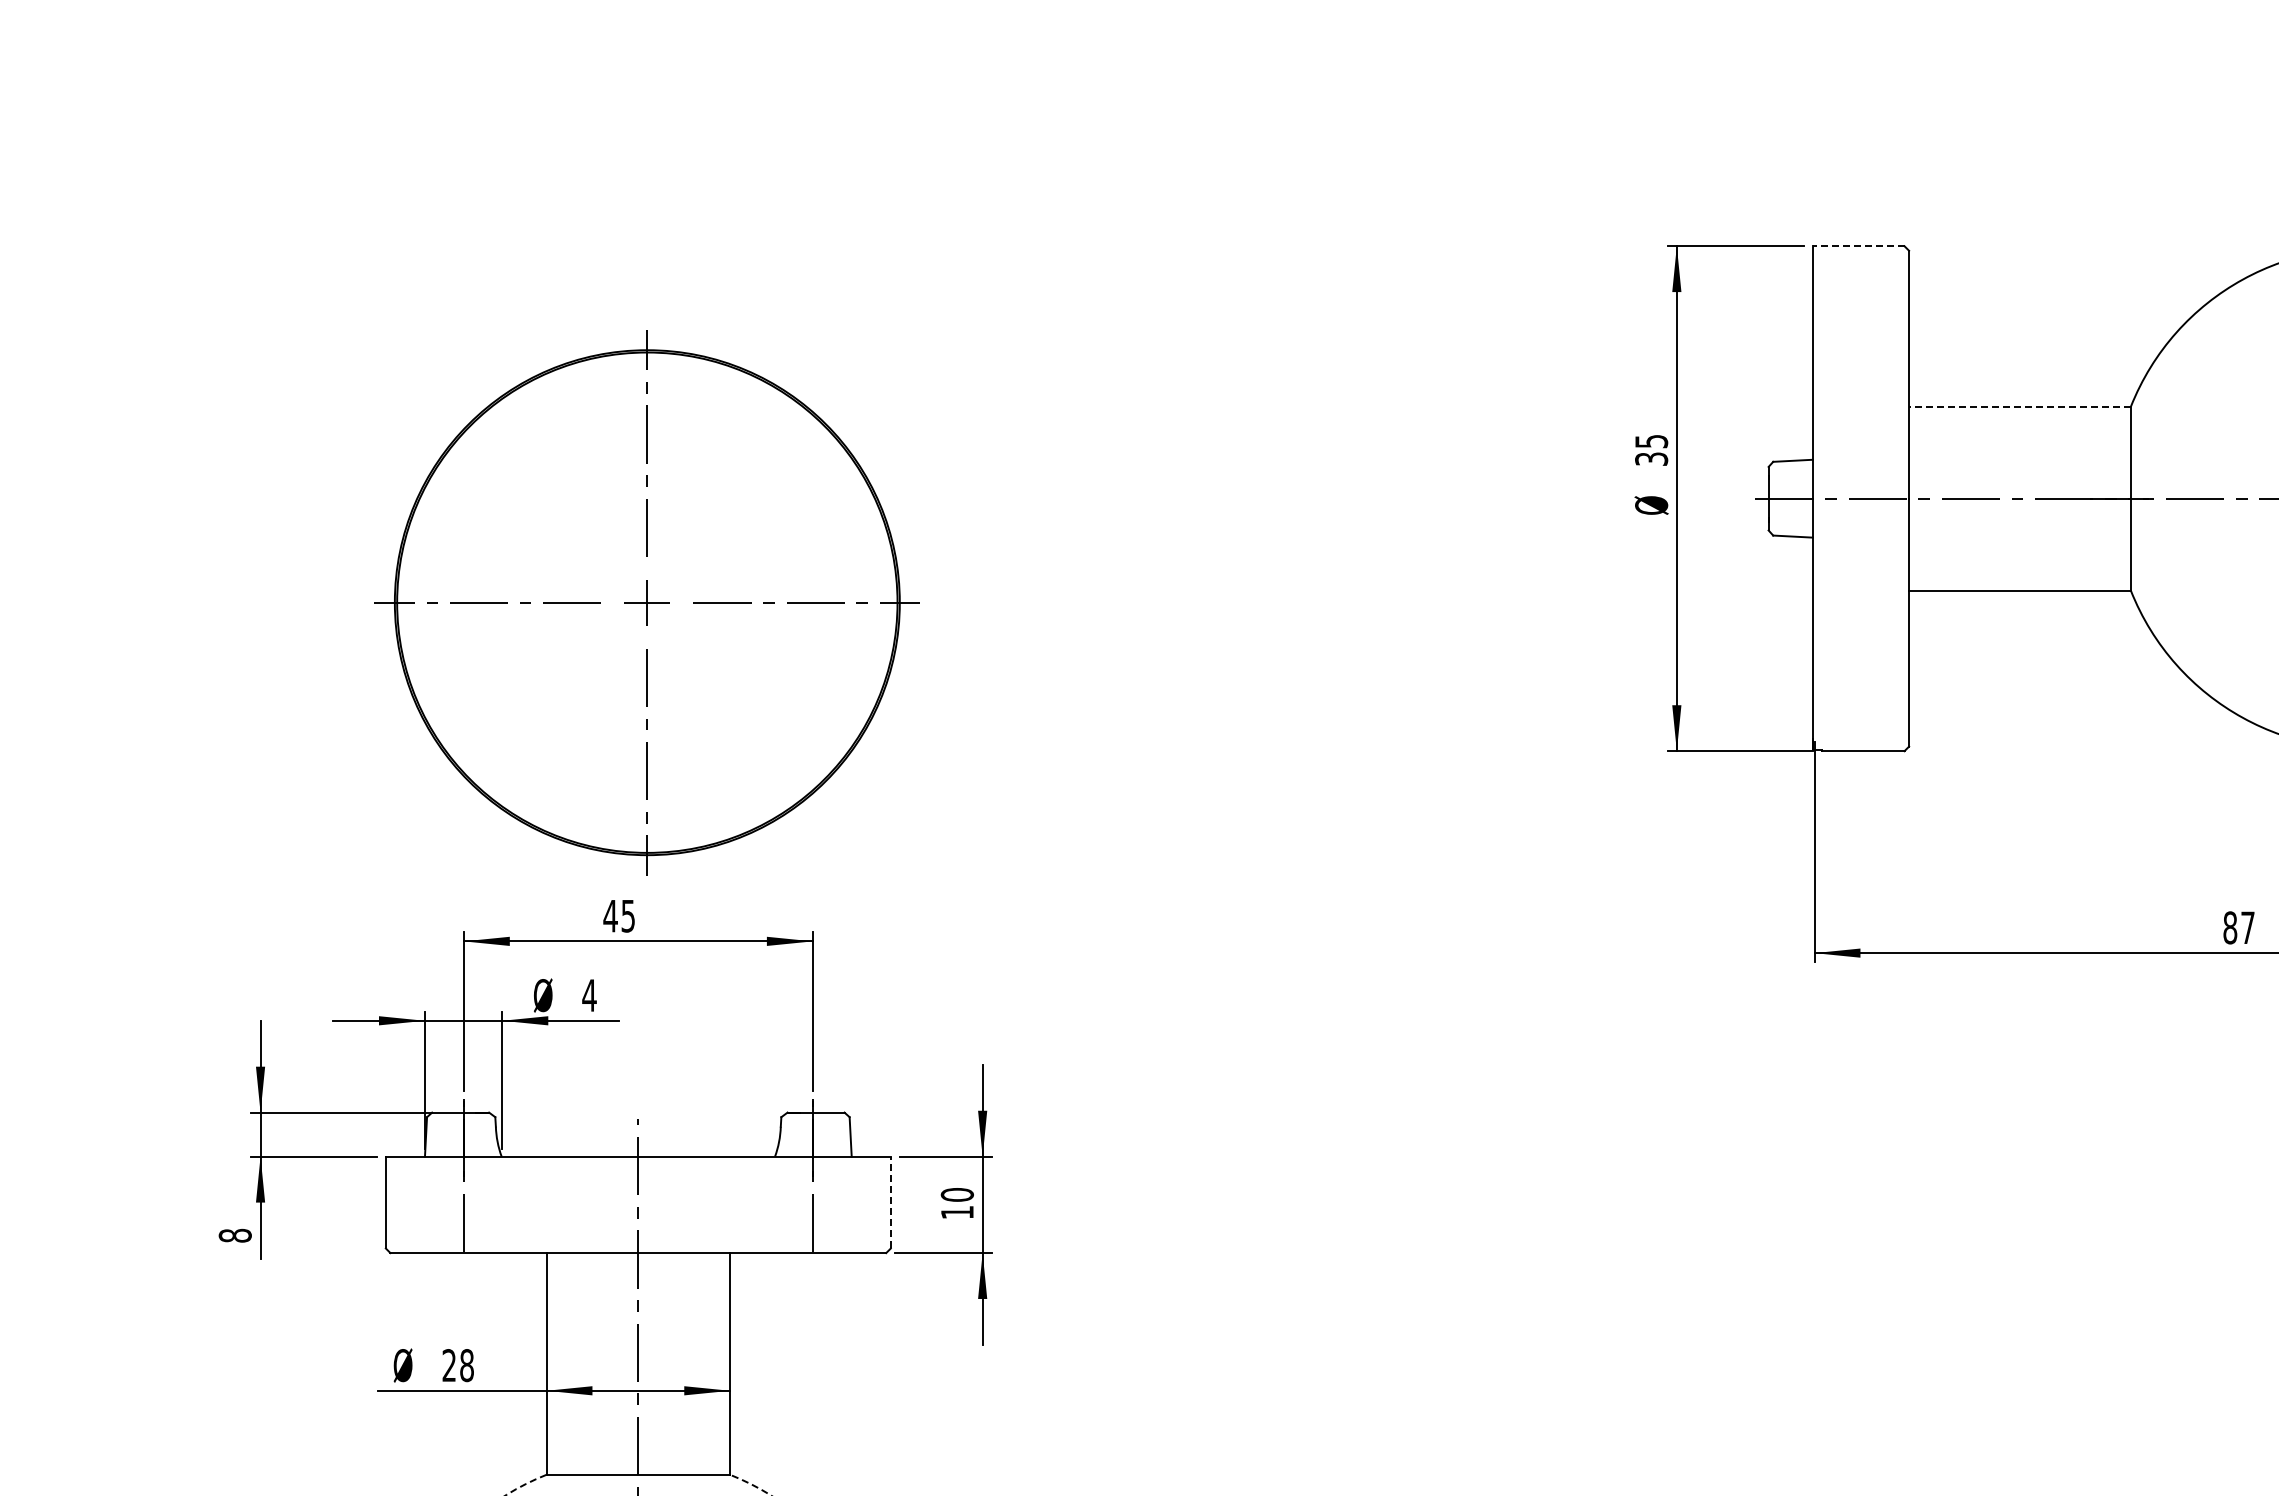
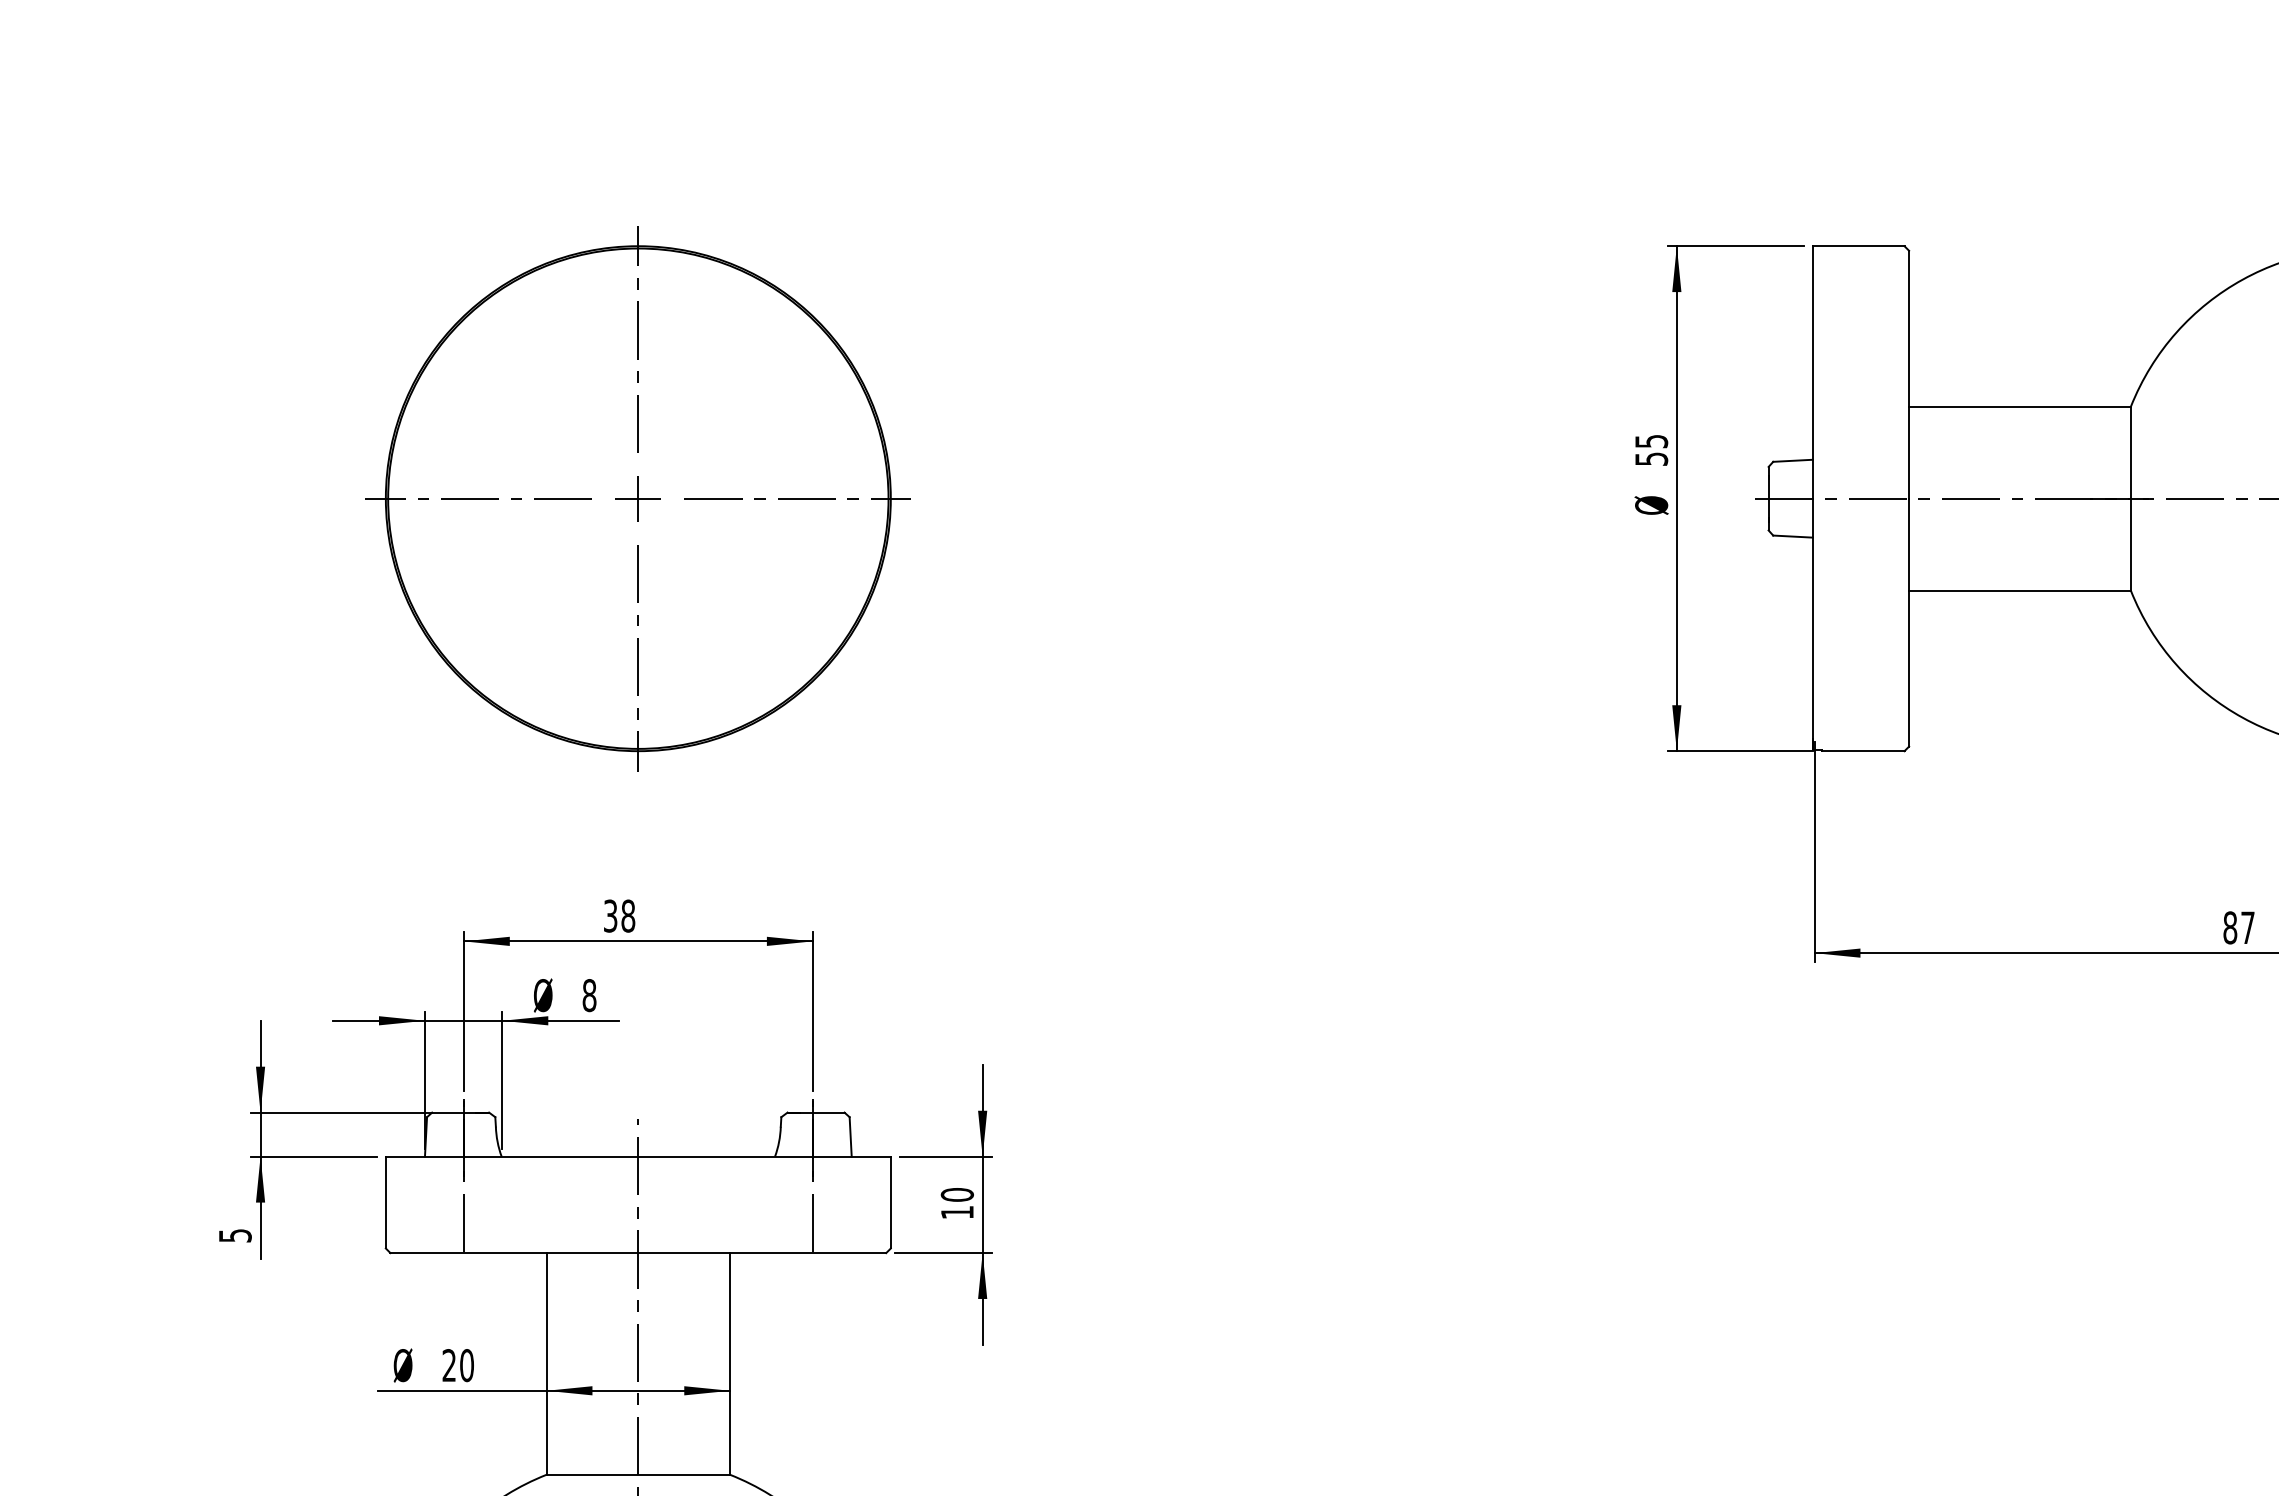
line at (1858, 246): dashed -> solid
line at (2019, 406): dashed -> solid
text at (1651, 458): 35 -> 55
part at (646, 602) position: (646, 602) -> (637, 498)
text at (619, 915): 45 -> 38
text at (589, 995): 4 -> 8
line at (890, 1202): dashed -> solid
text at (234, 1235): 8 -> 5
text at (466, 1365): 28 -> 20
arc at (771, 1495): dashed -> solid
